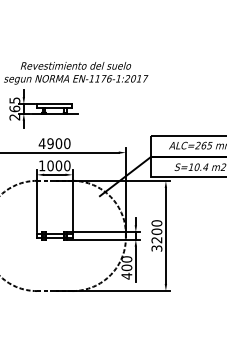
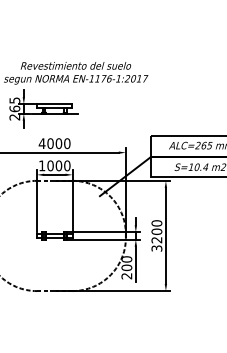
text at (50, 143): 4900 -> 4000
text at (126, 275): 400 -> 200
